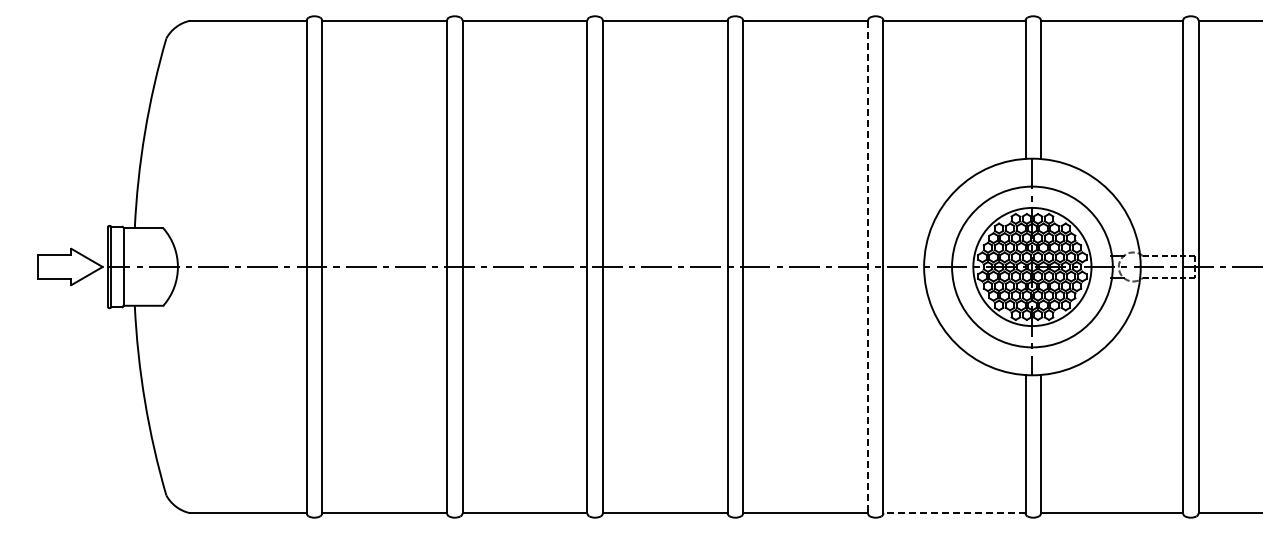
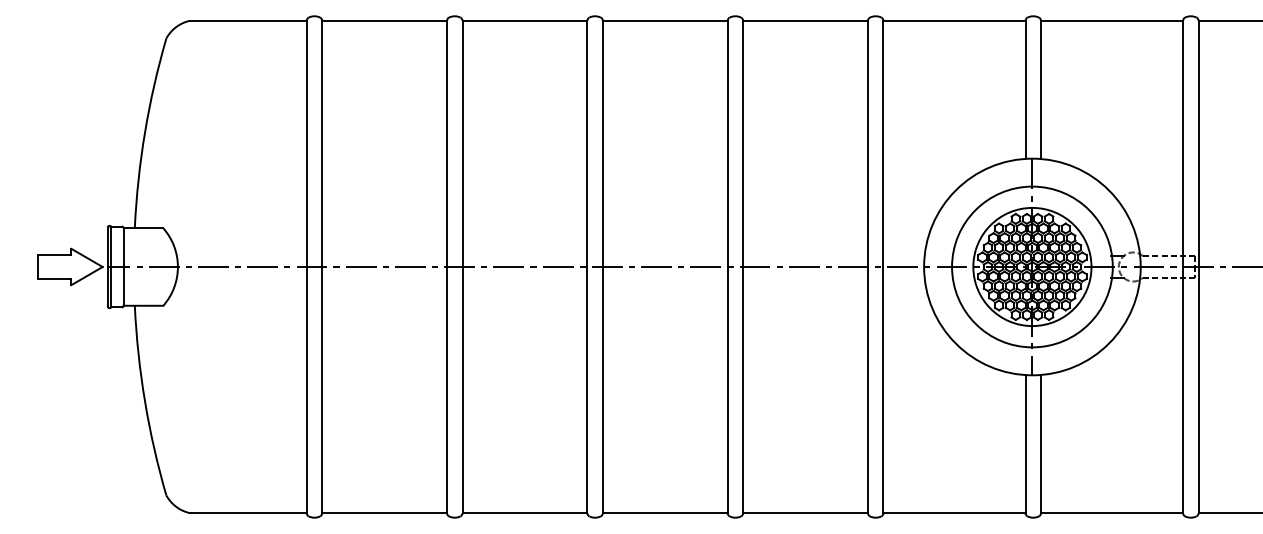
line at (868, 267): dashed -> solid
line at (954, 513): dashed -> solid
